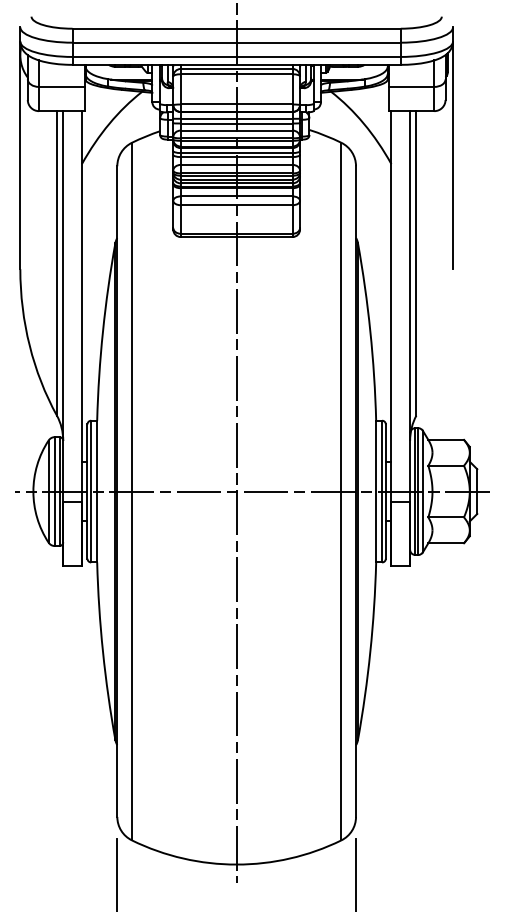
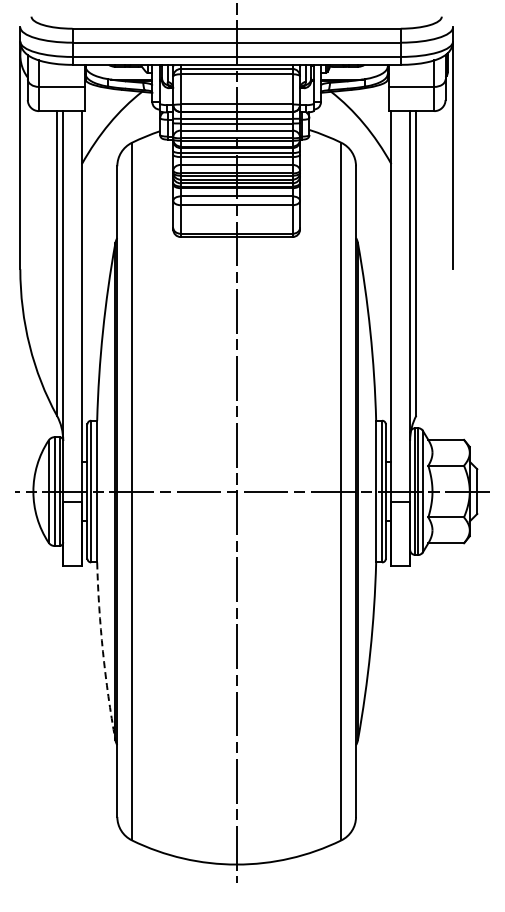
arc at (102, 651): solid -> dashed
line at (117, 873): present -> none
line at (356, 873): present -> none
